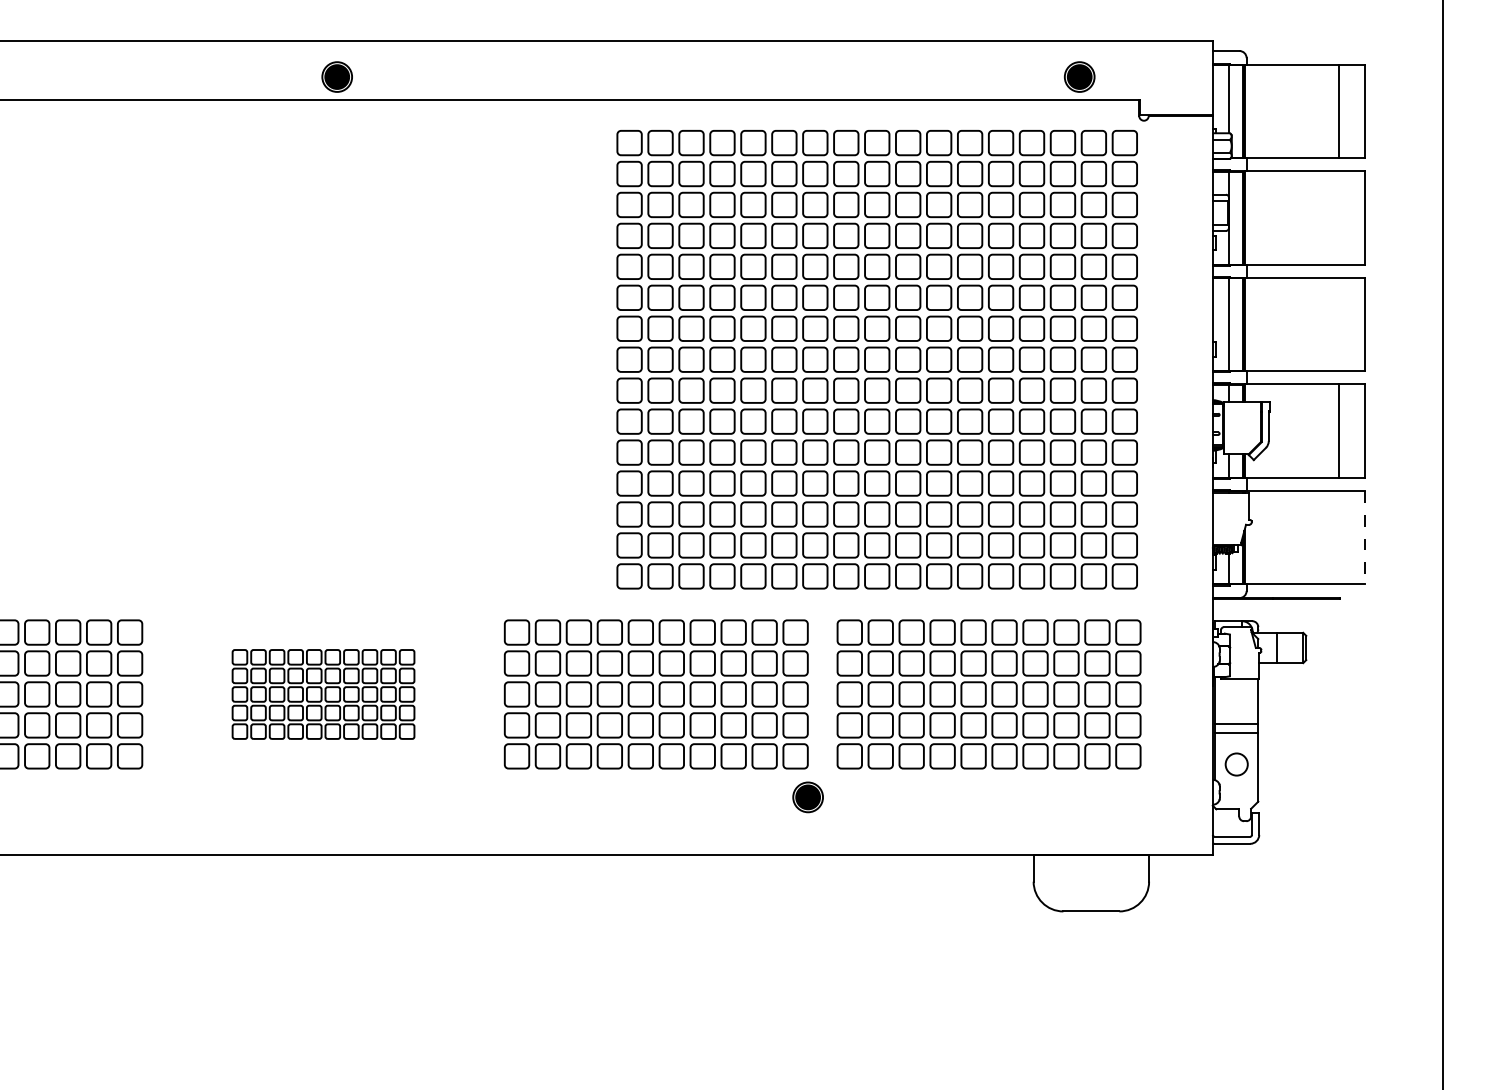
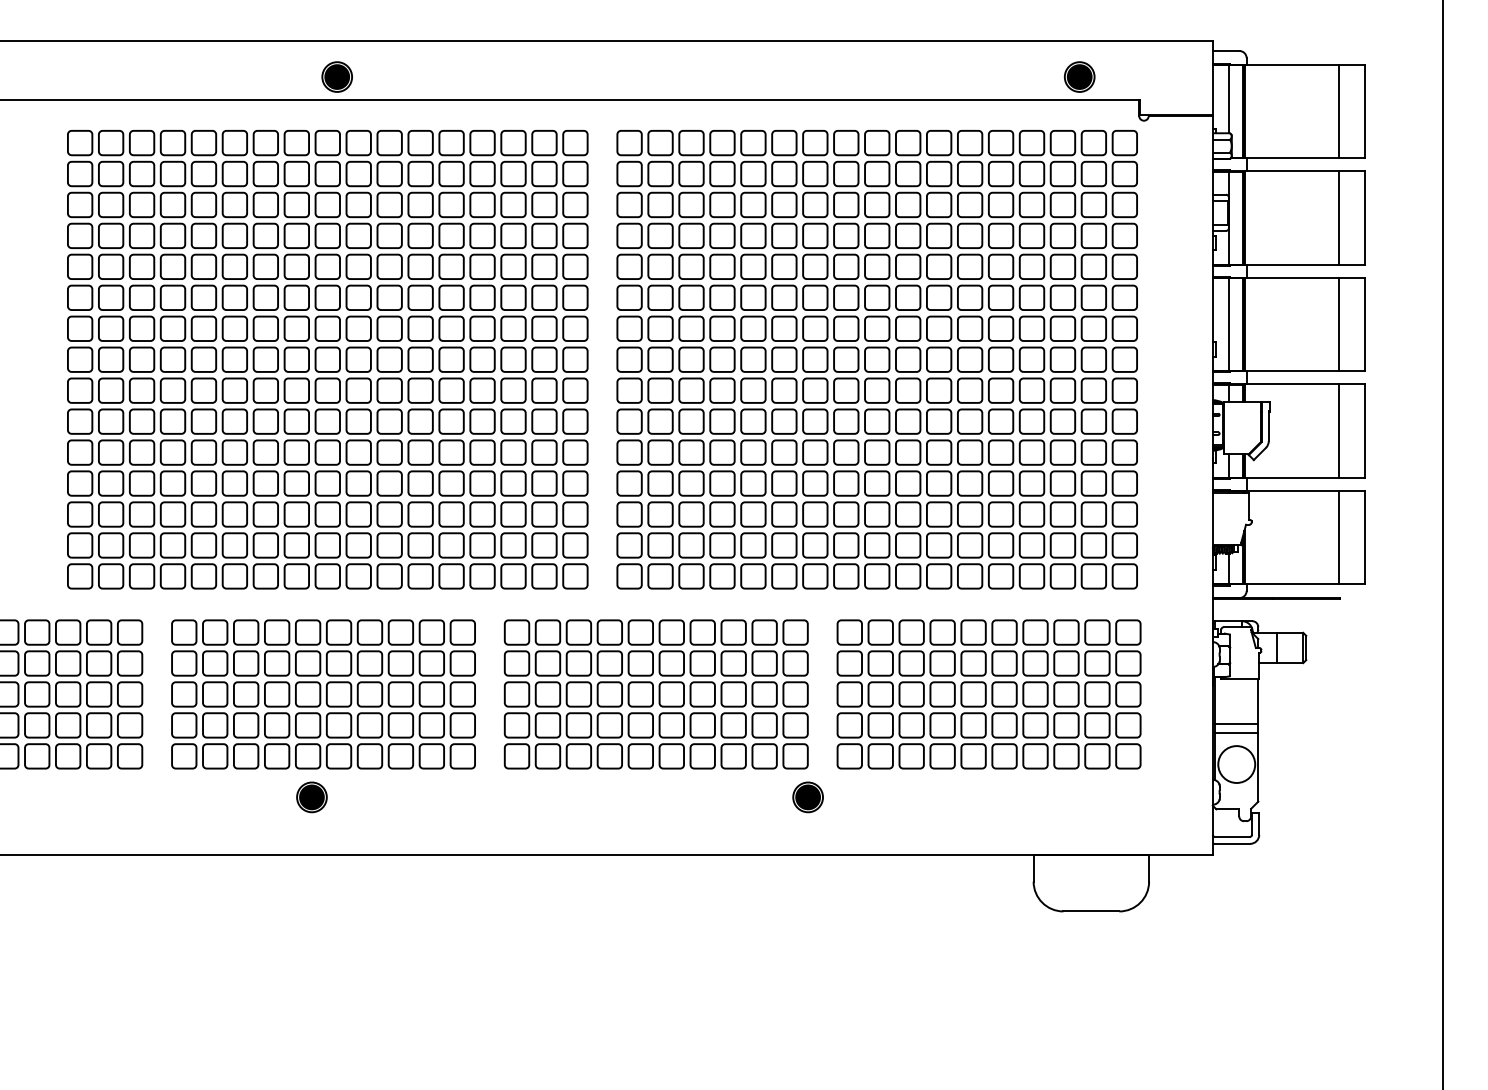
line at (1338, 217): none -> present
line at (1338, 324): none -> present
part at (327, 359): none -> present
line at (1338, 537): none -> present
line at (1365, 537): dashed -> solid
part at (323, 694) size: 185x91 px -> 305x151 px
circle at (1236, 764) diameter: 22 px -> 37 px
part at (311, 797): none -> present
